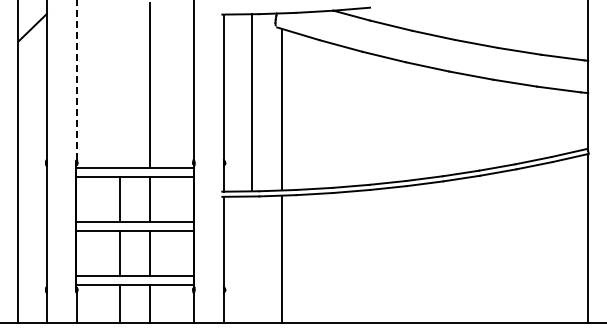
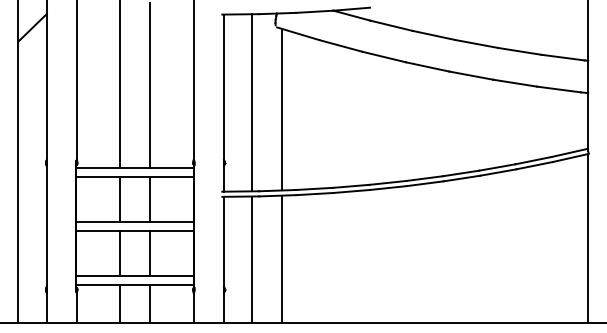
line at (76, 80): dashed -> solid
line at (120, 85): none -> present
line at (252, 259): none -> present
